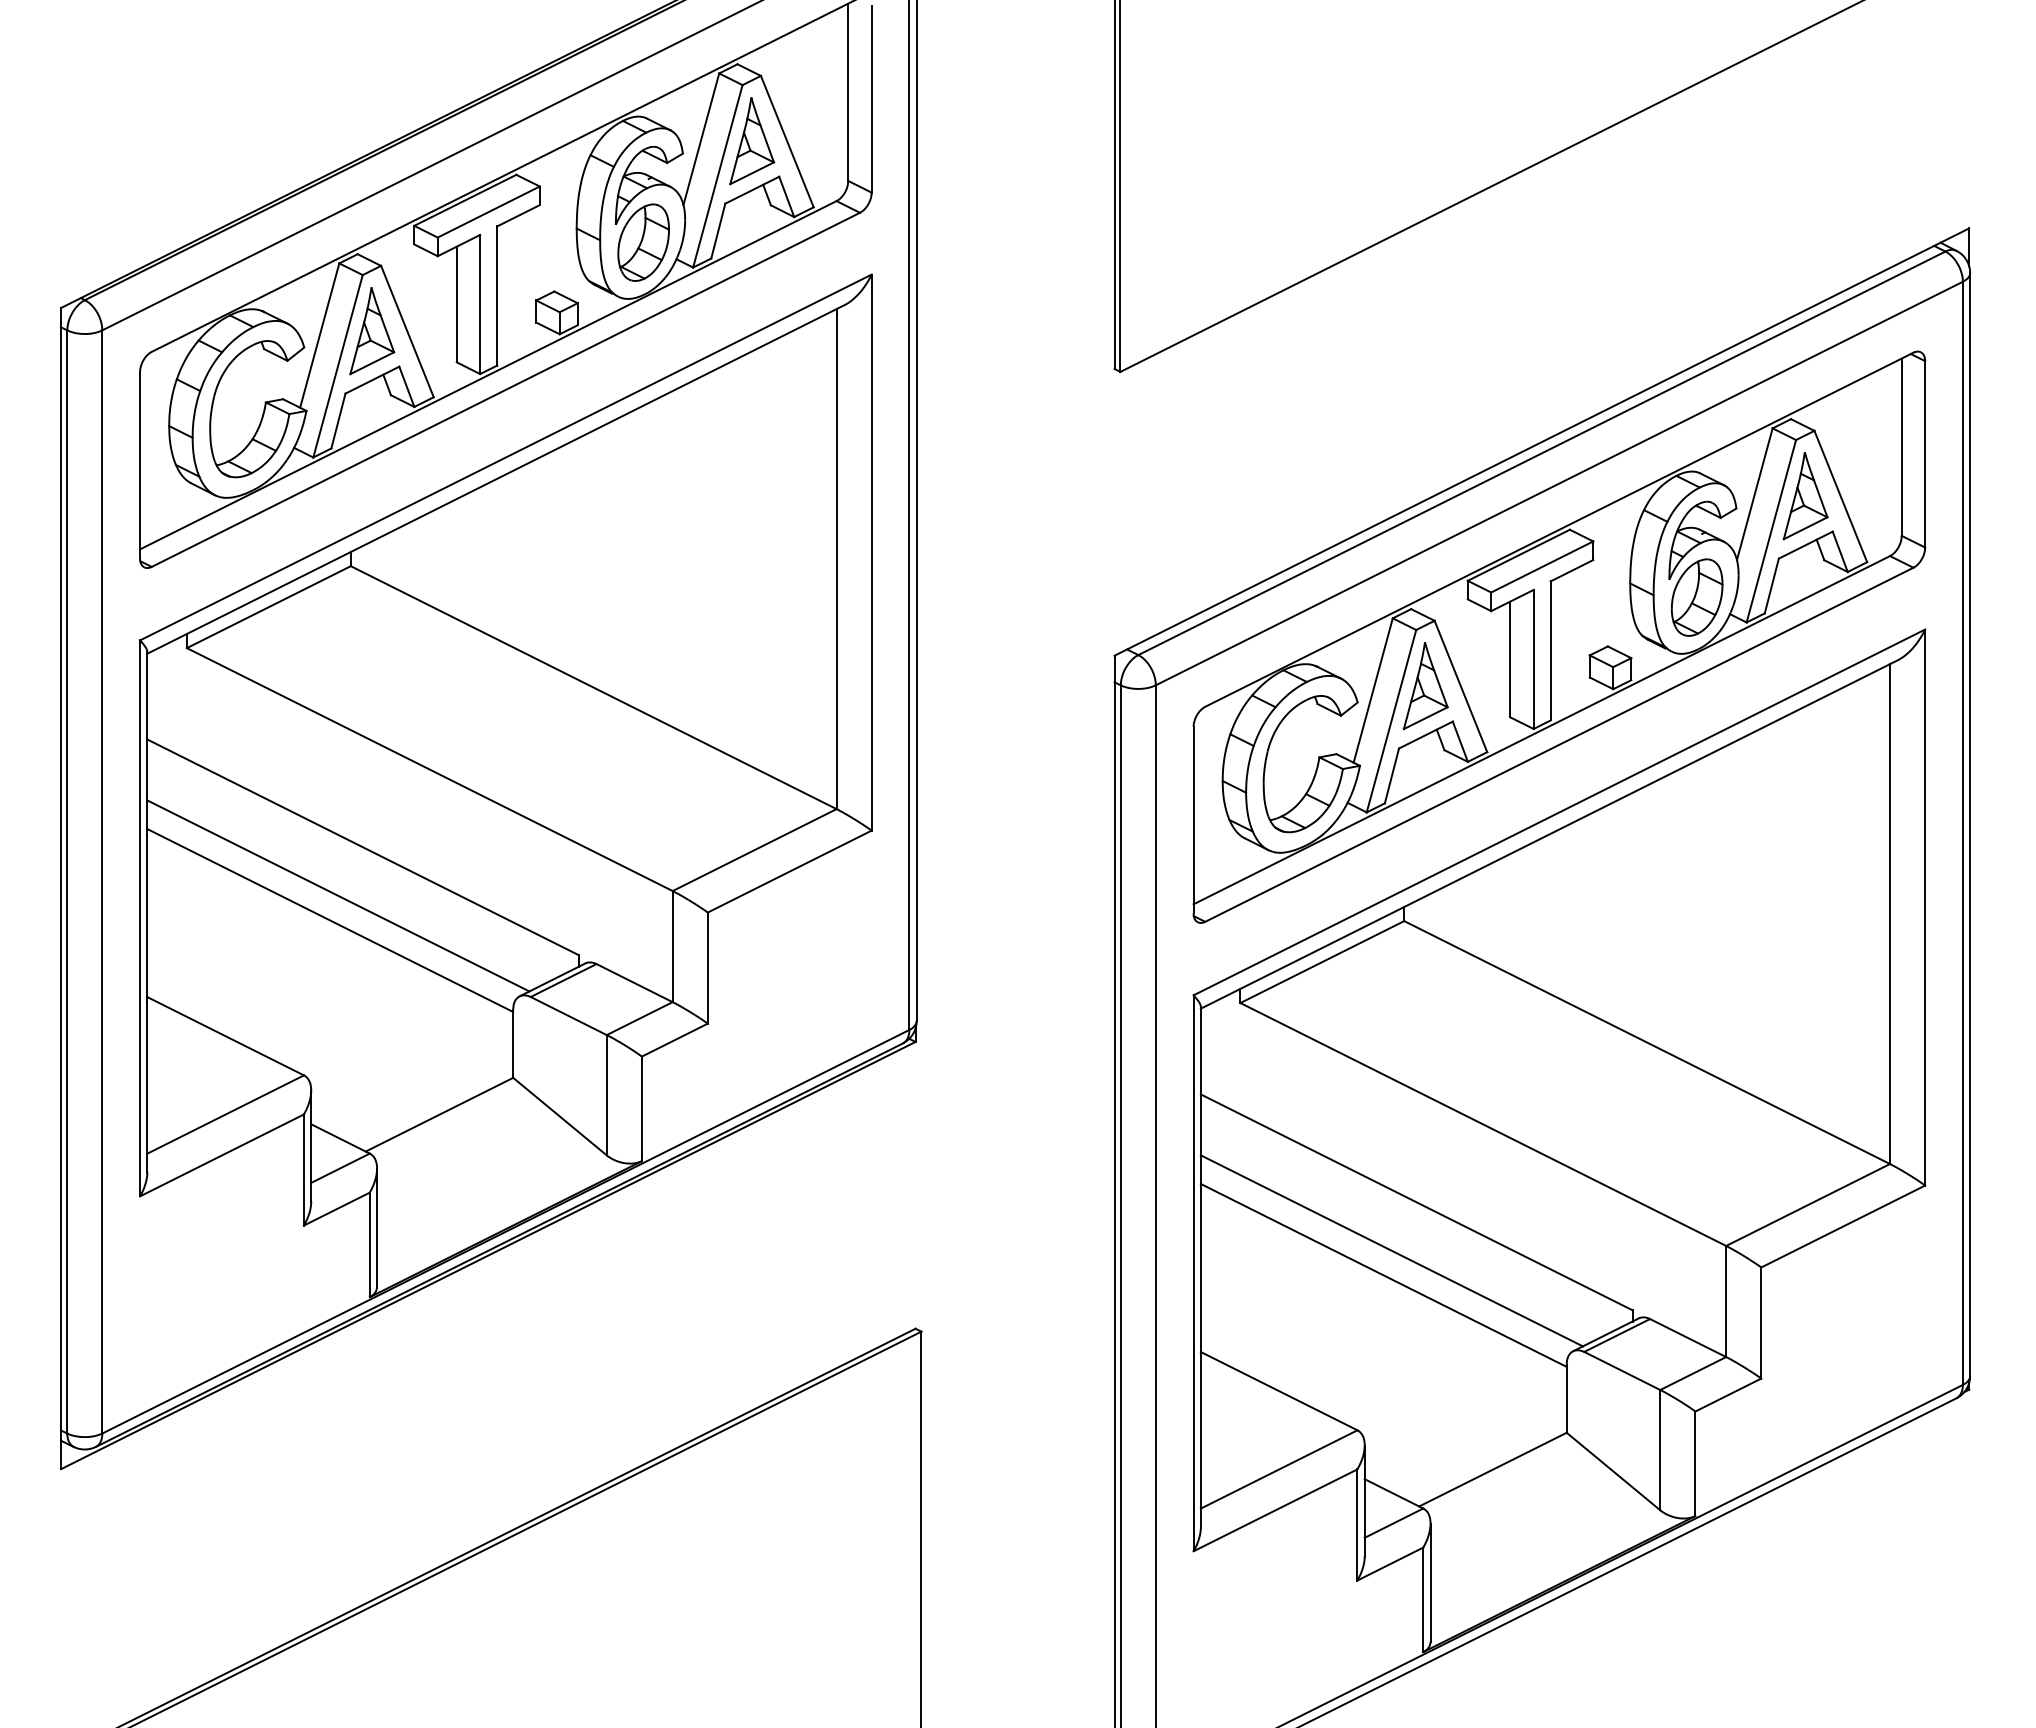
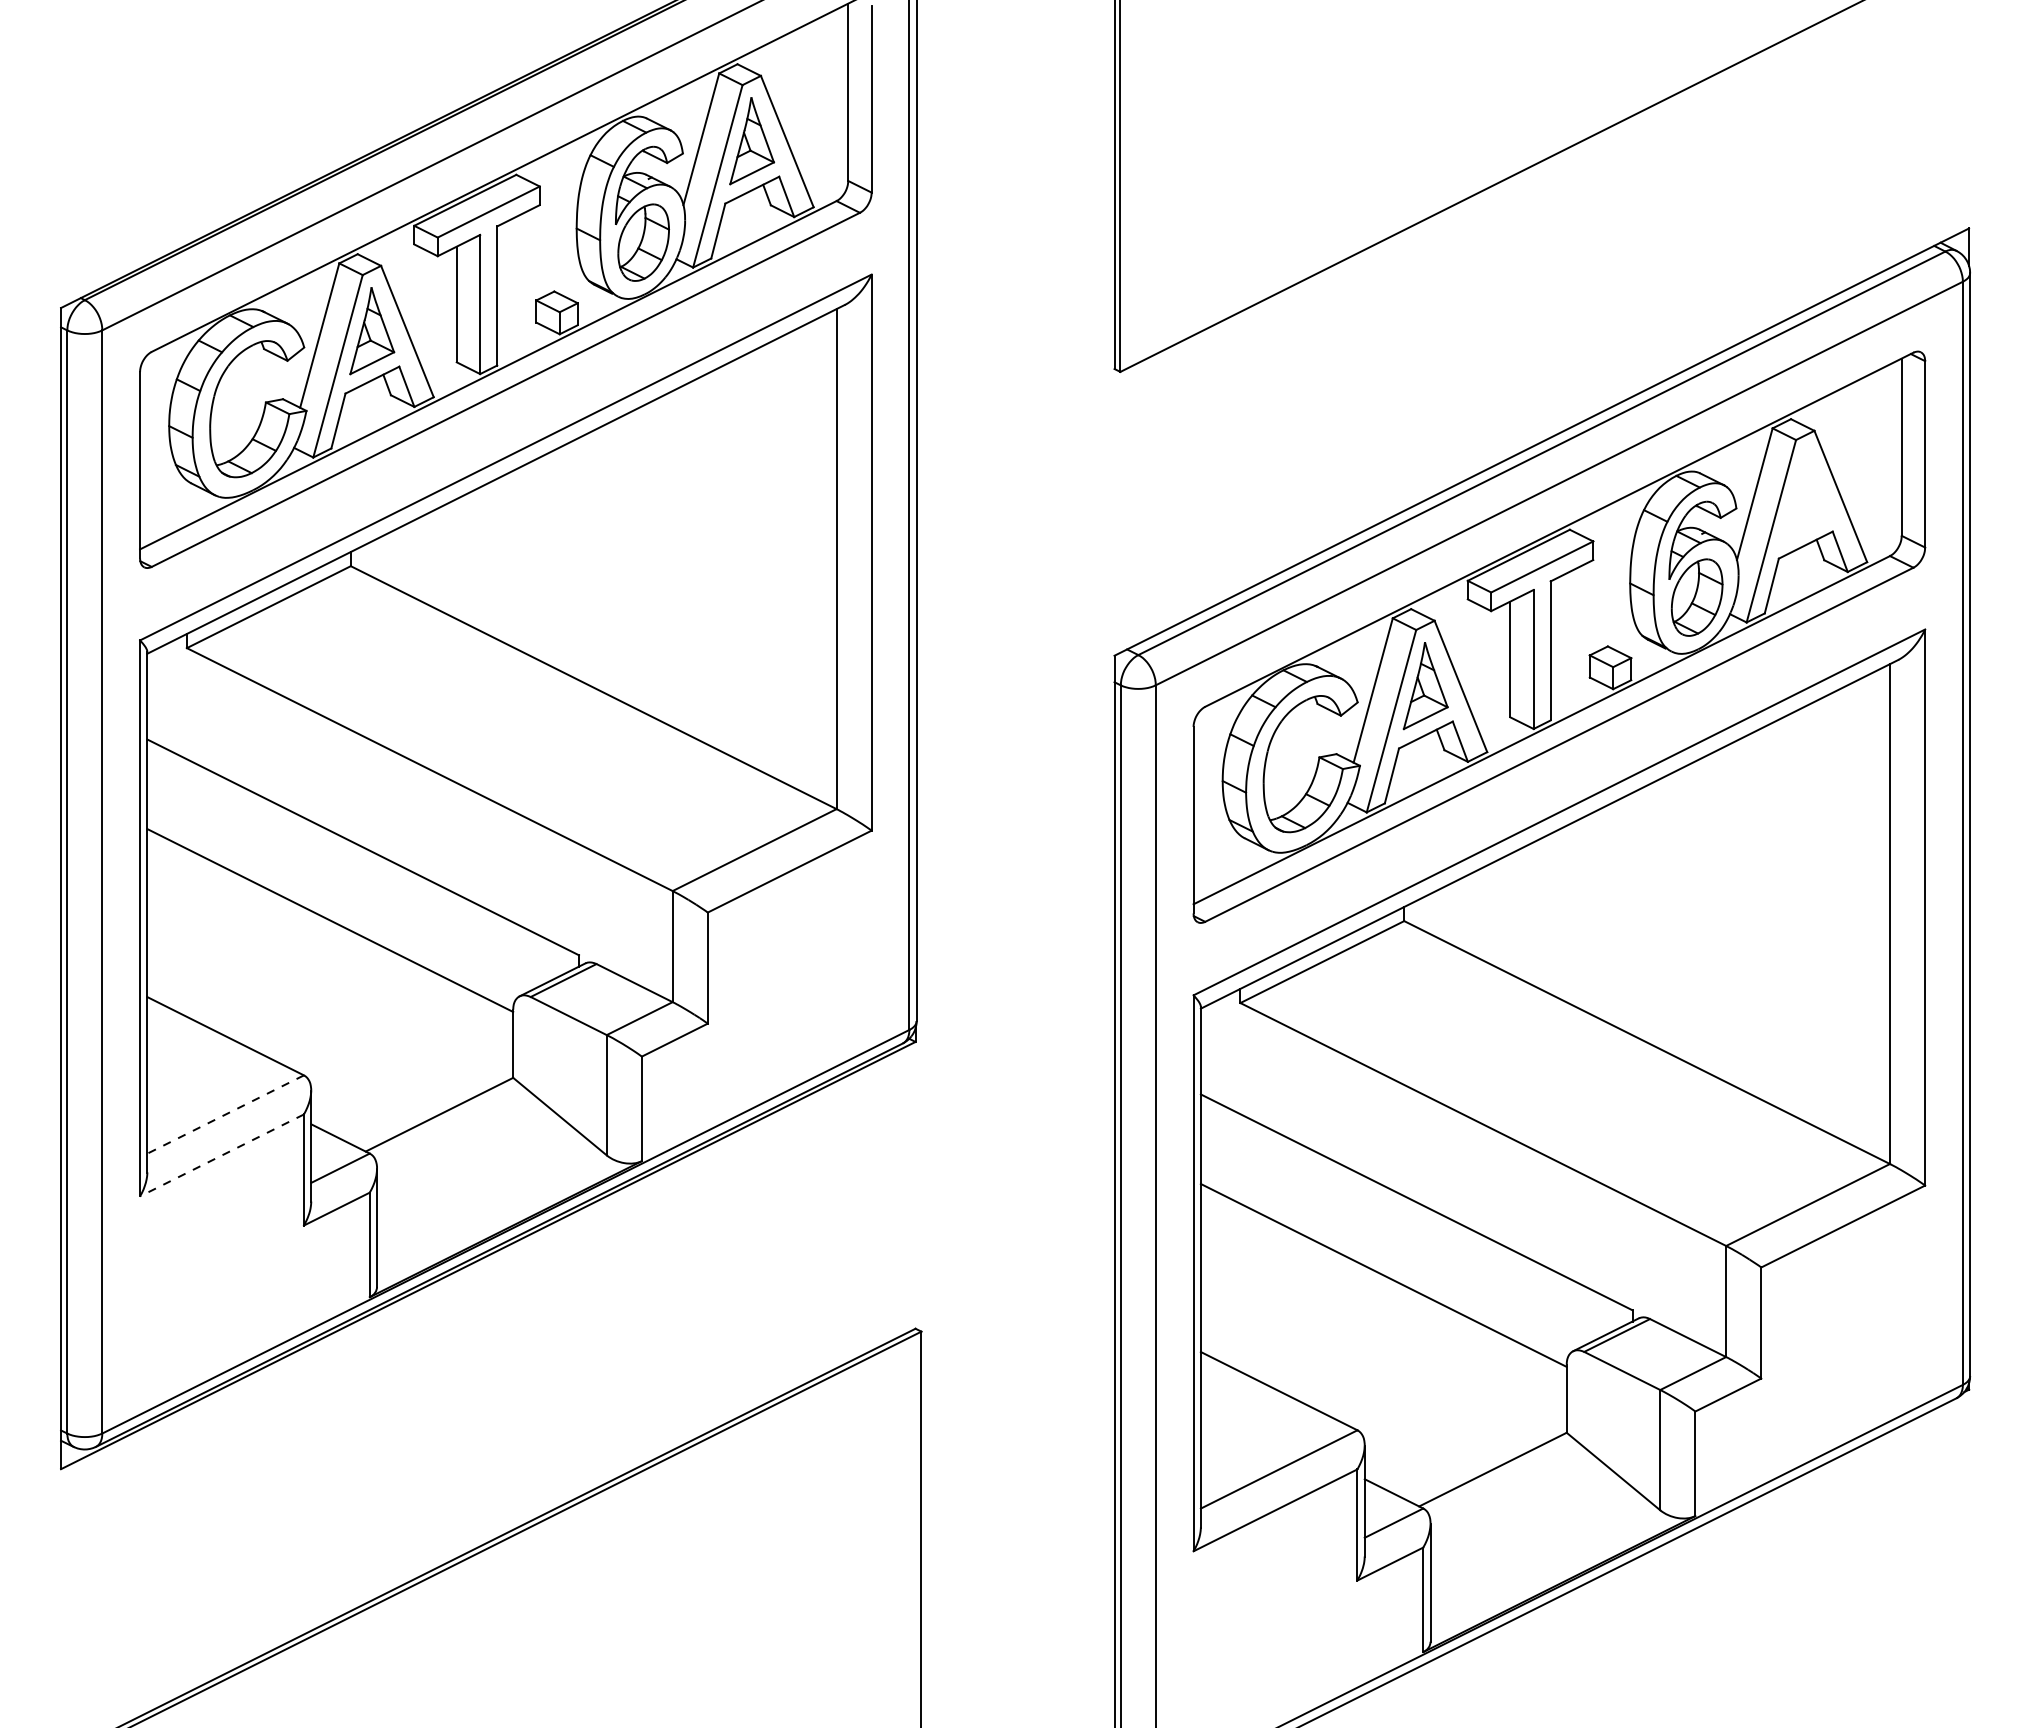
part at (1805, 496): present -> none
line at (338, 895): present -> none
line at (225, 1114): solid -> dashed
line at (222, 1155): solid -> dashed
line at (1391, 1250): present -> none
